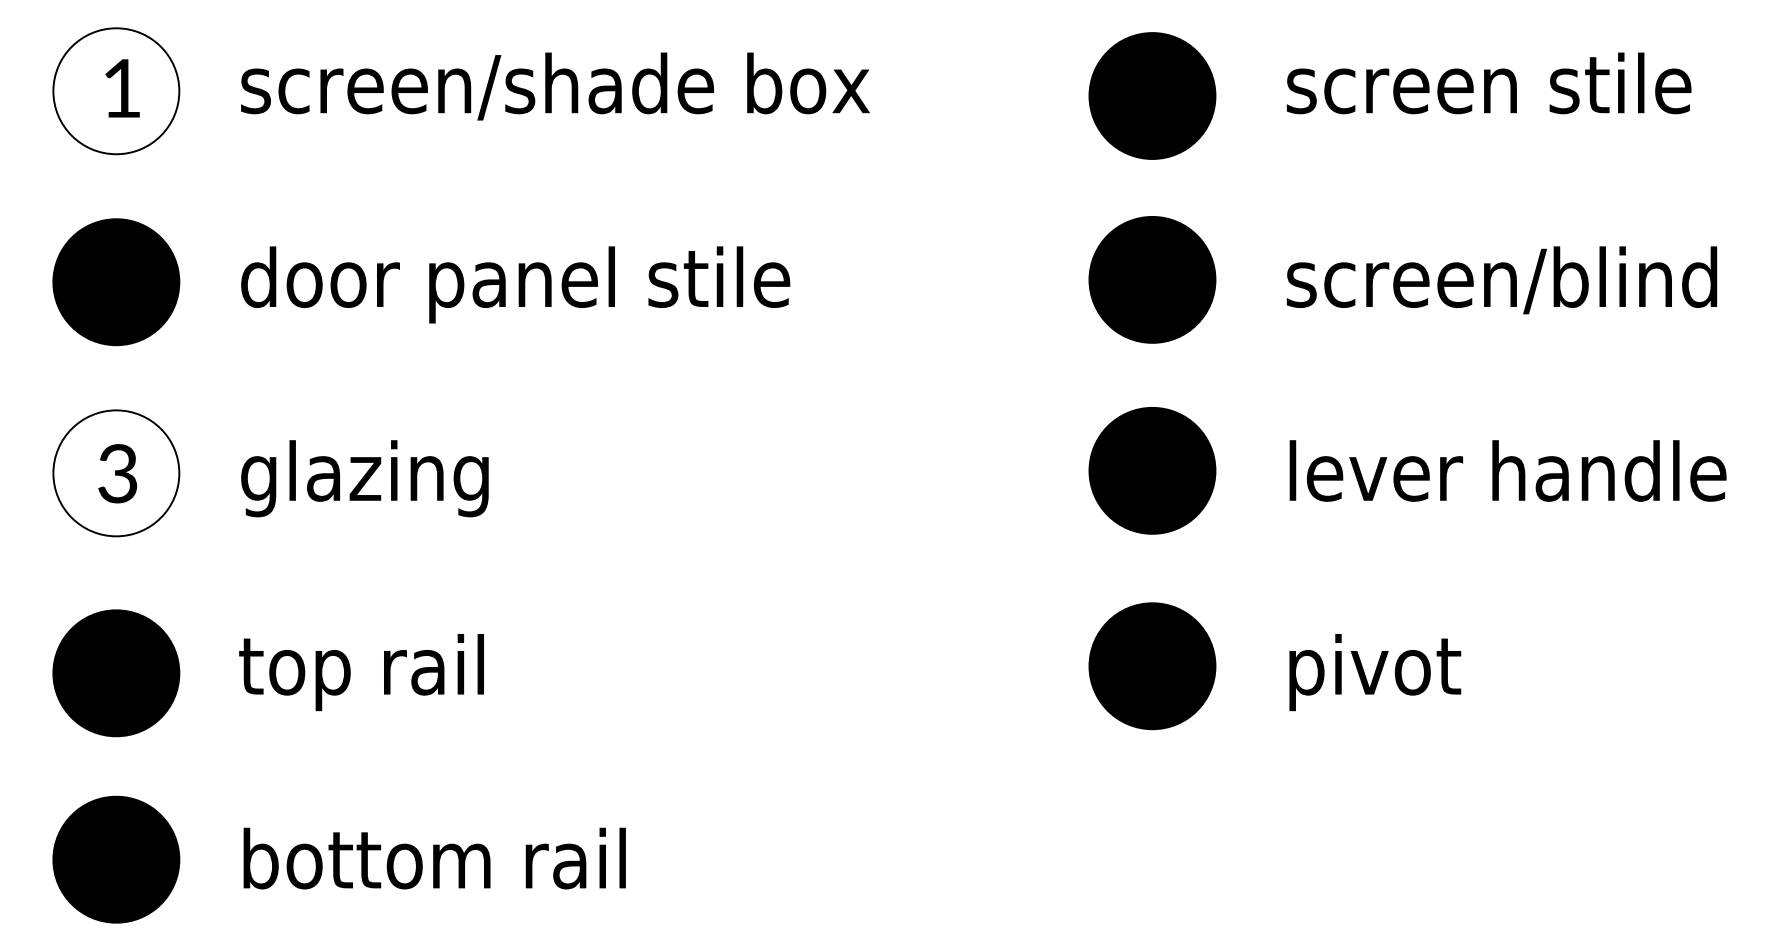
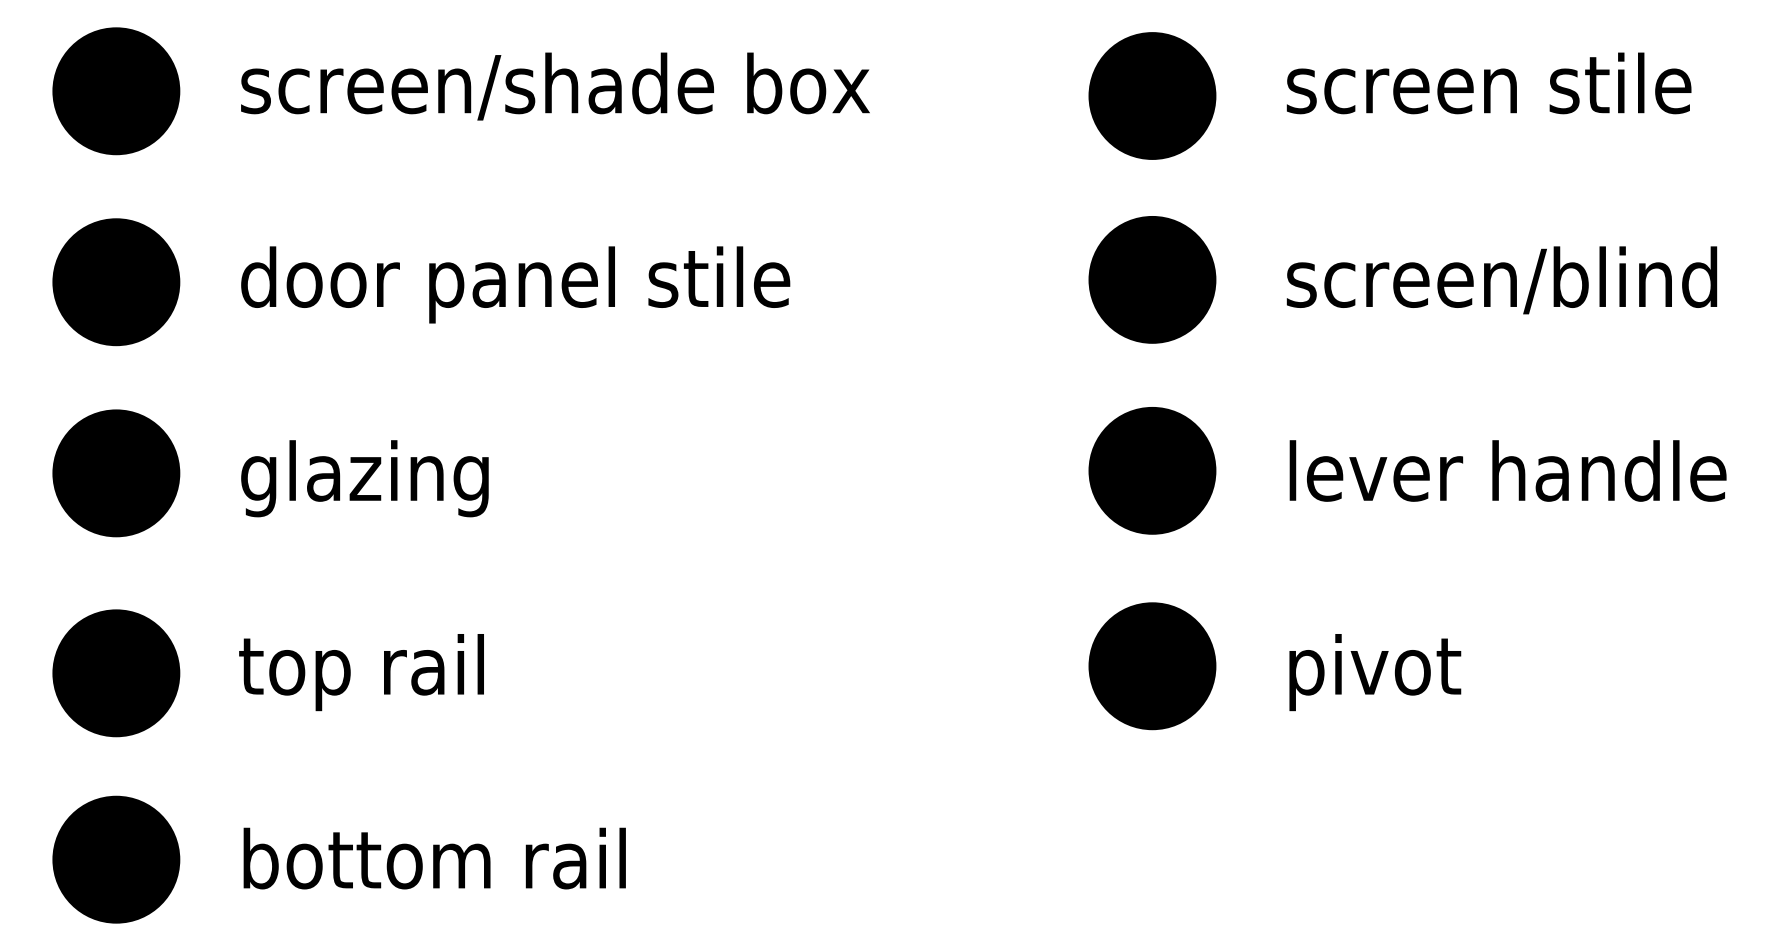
fill at (116, 91): none -> present
fill at (116, 473): none -> present
